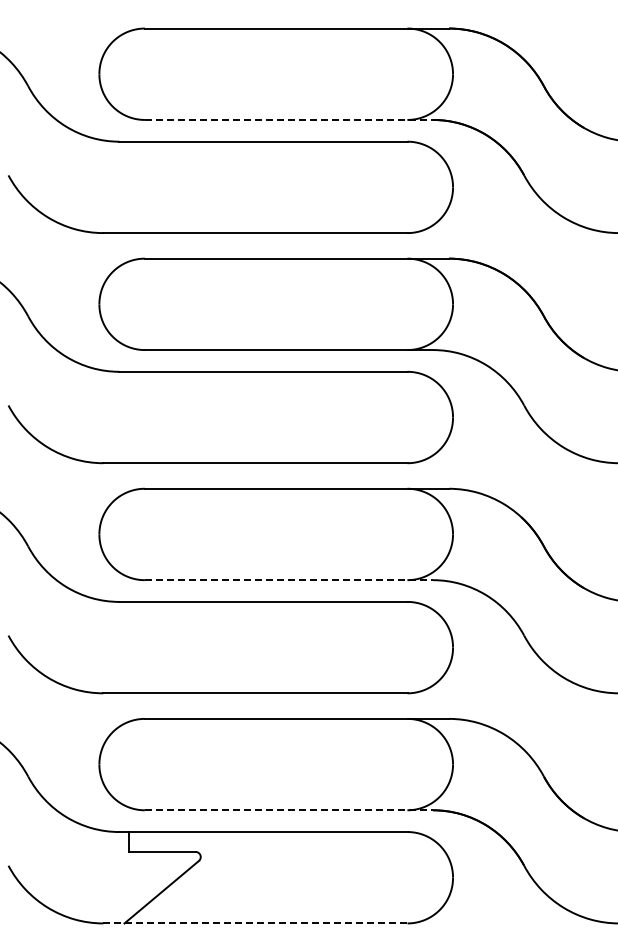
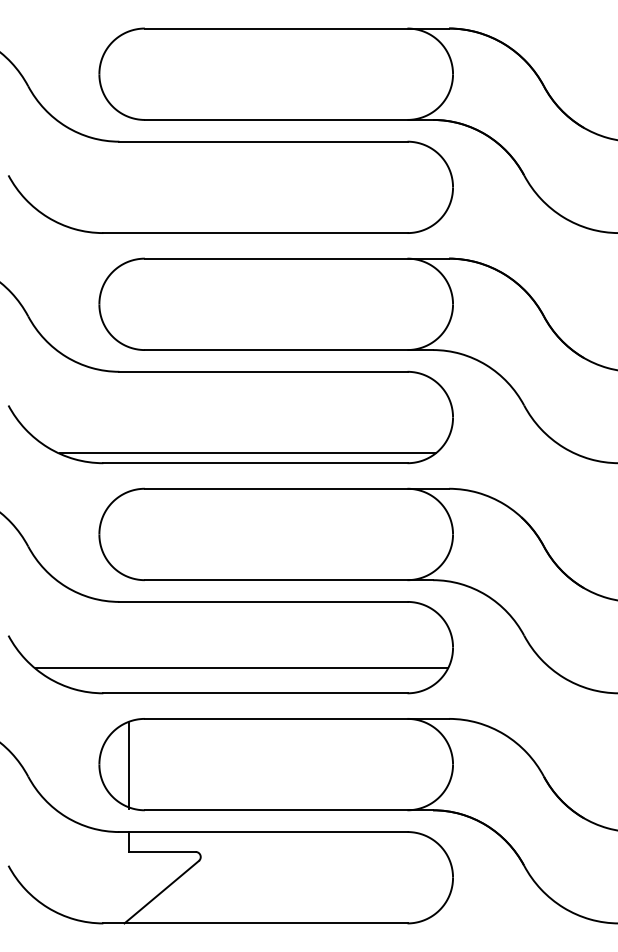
line at (289, 119): dashed -> solid
line at (247, 453): none -> present
line at (289, 580): dashed -> solid
line at (241, 667): none -> present
line at (129, 765): none -> present
line at (289, 810): dashed -> solid
line at (255, 923): dashed -> solid
